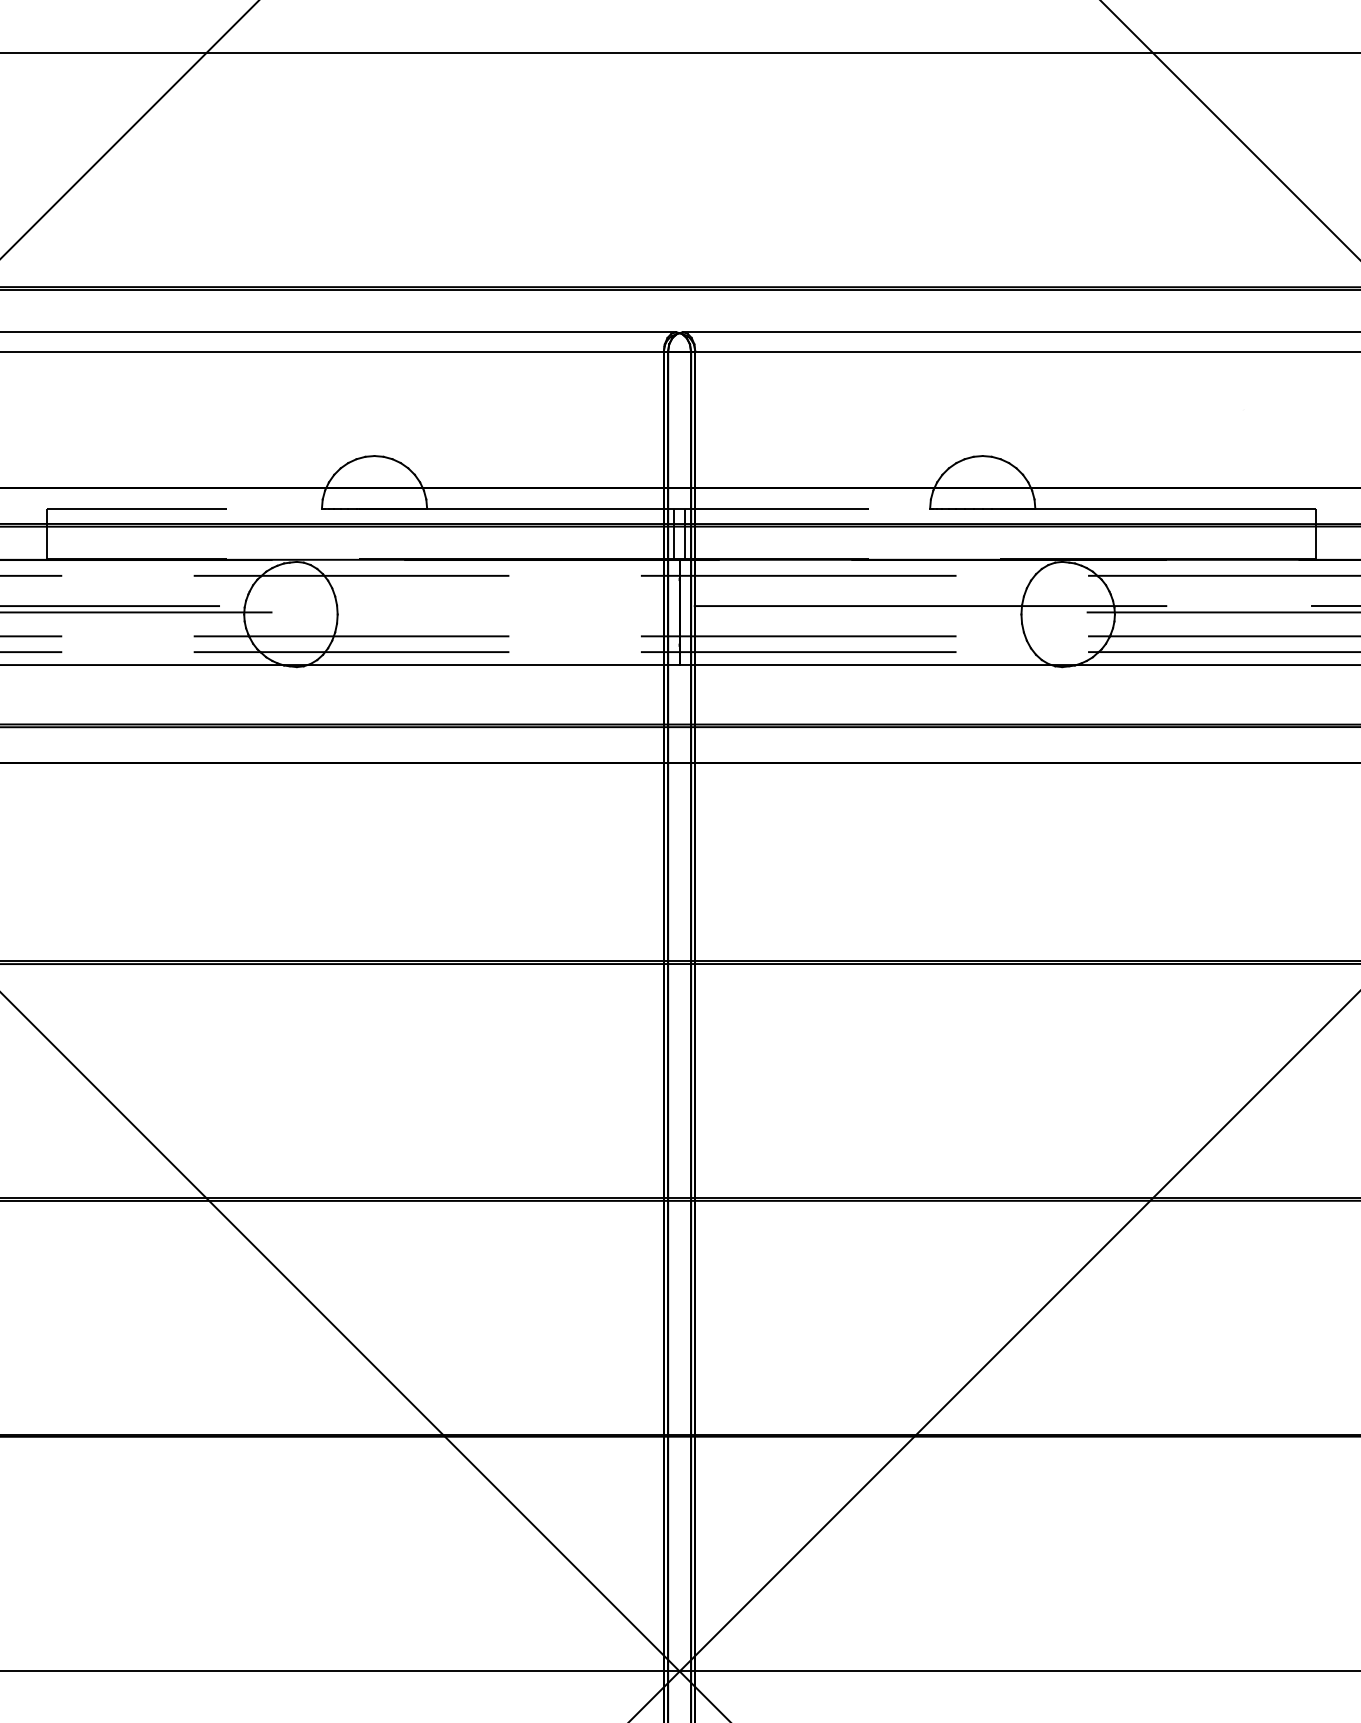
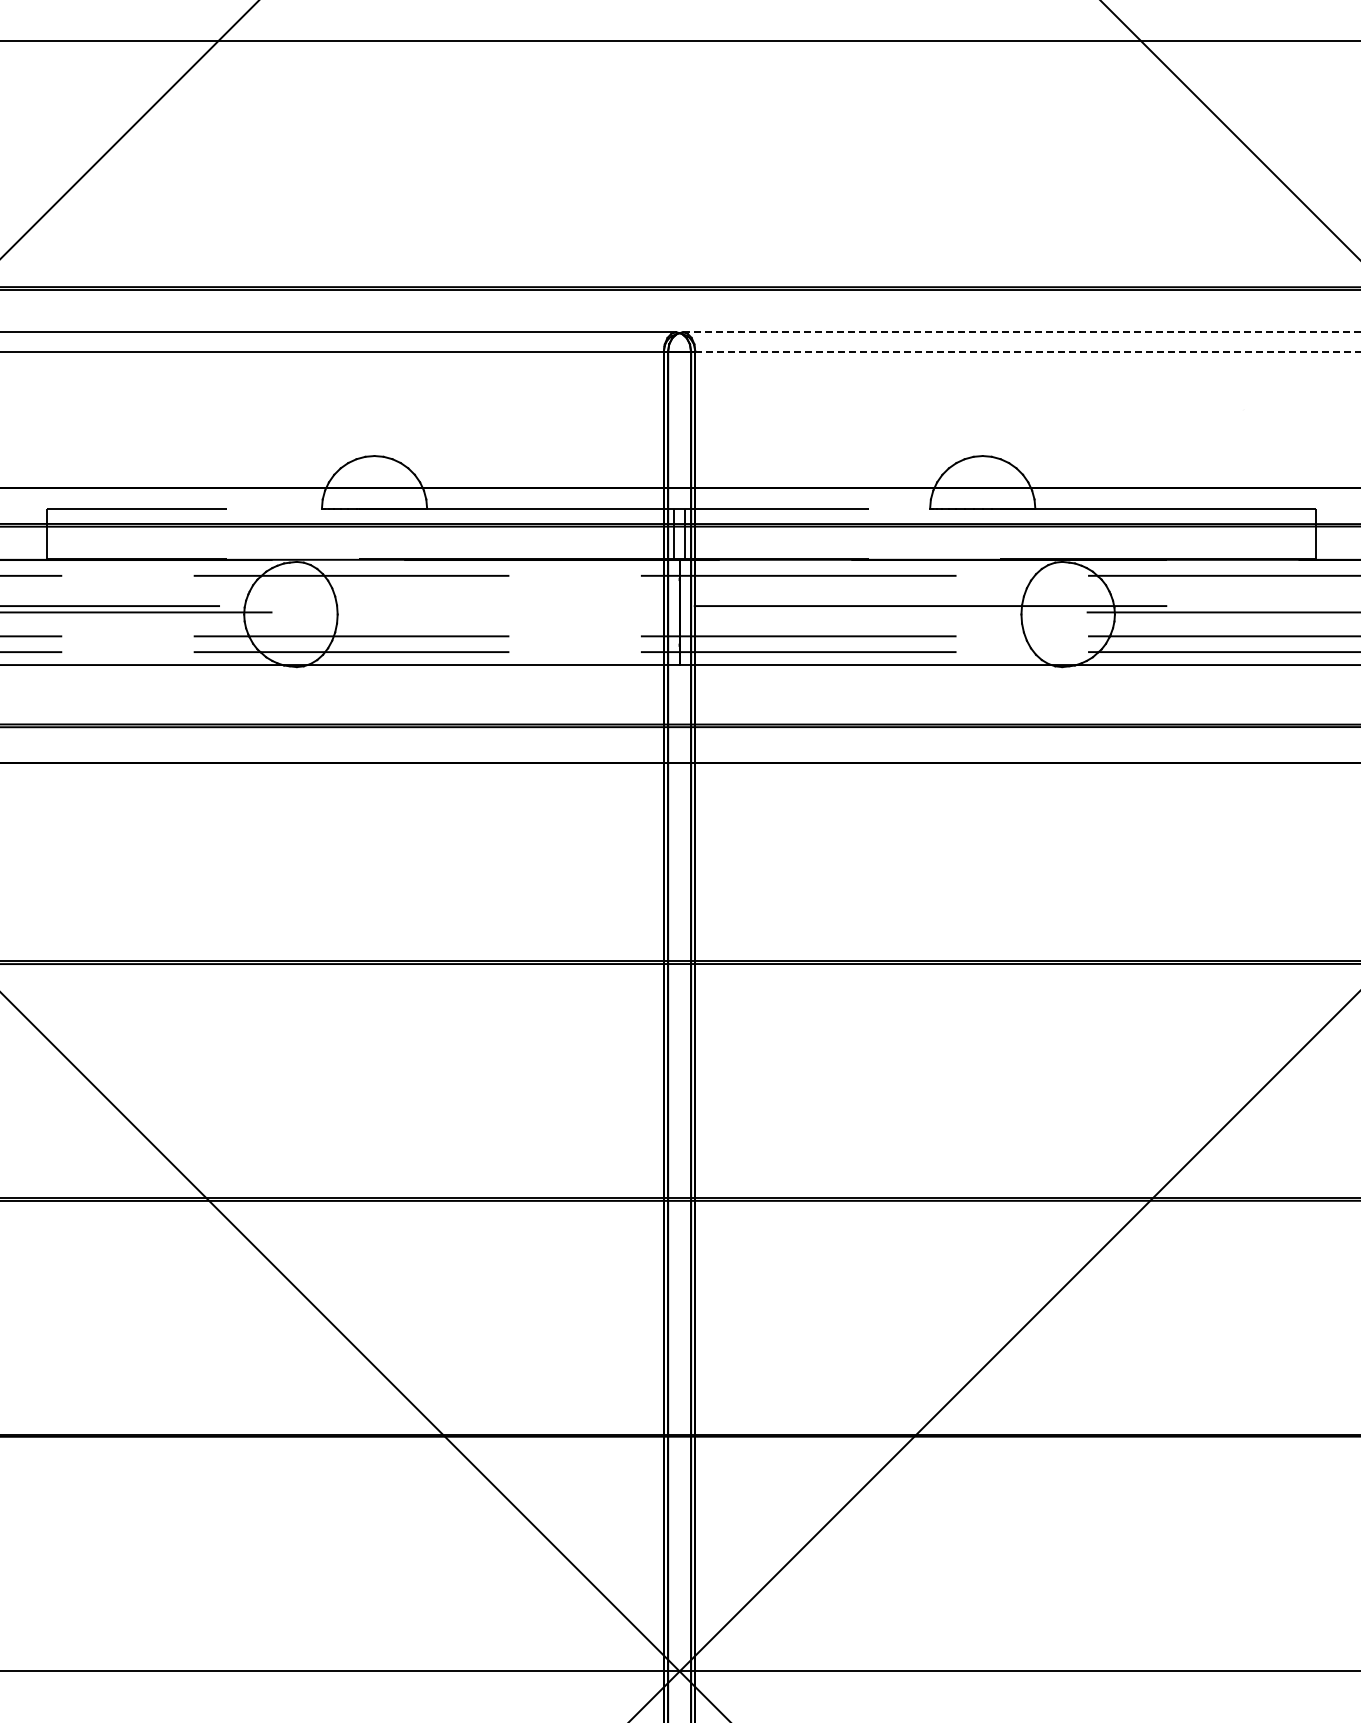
line at (679, 52) position: (679, 52) -> (679, 40)
line at (1021, 332): solid -> dashed
line at (1028, 351): solid -> dashed
line at (1334, 606): present -> none
